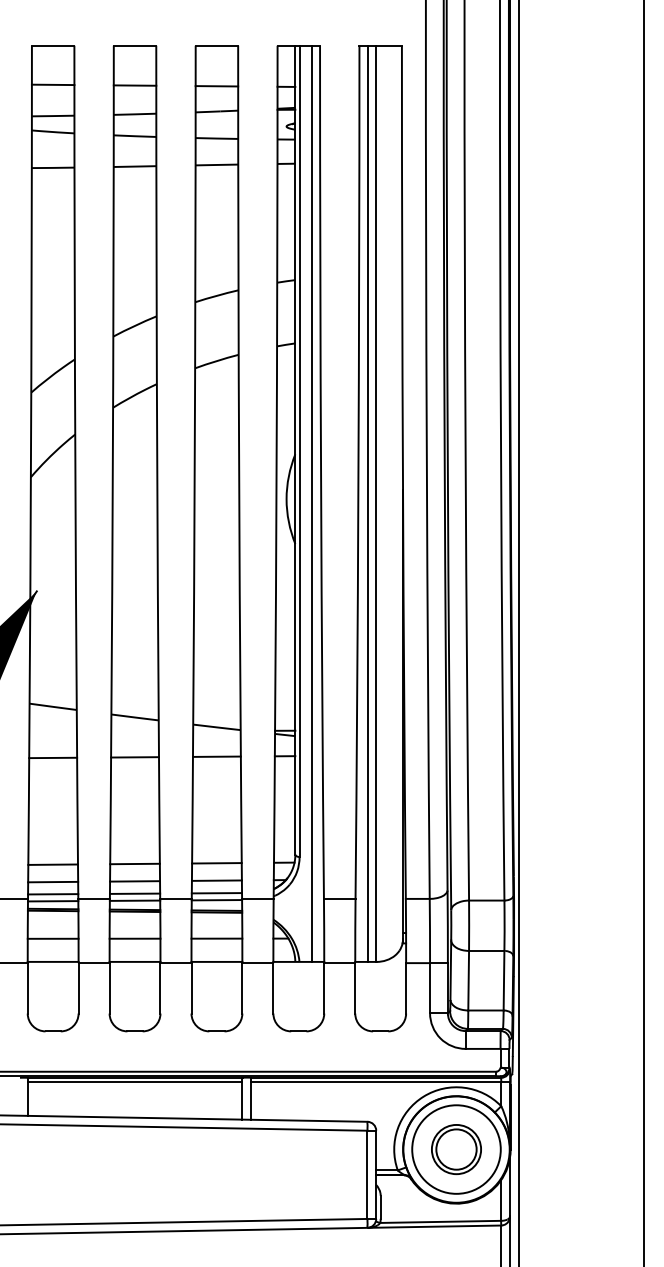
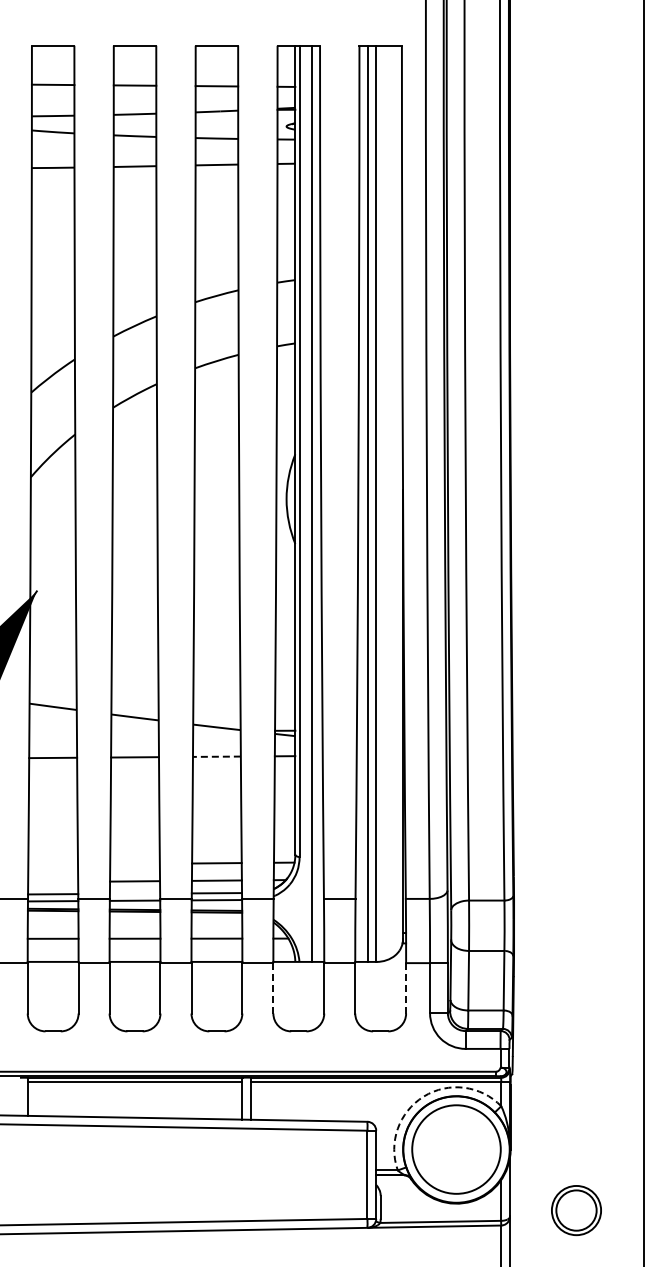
line at (518, 632): present -> none
line at (216, 756): solid -> dashed
line at (134, 863): present -> none
line at (53, 864): present -> none
line at (53, 881): present -> none
line at (134, 893): present -> none
line at (273, 988): solid -> dashed
line at (406, 988): solid -> dashed
arc at (423, 1096): solid -> dashed
part at (456, 1149) position: (456, 1149) -> (576, 1210)
